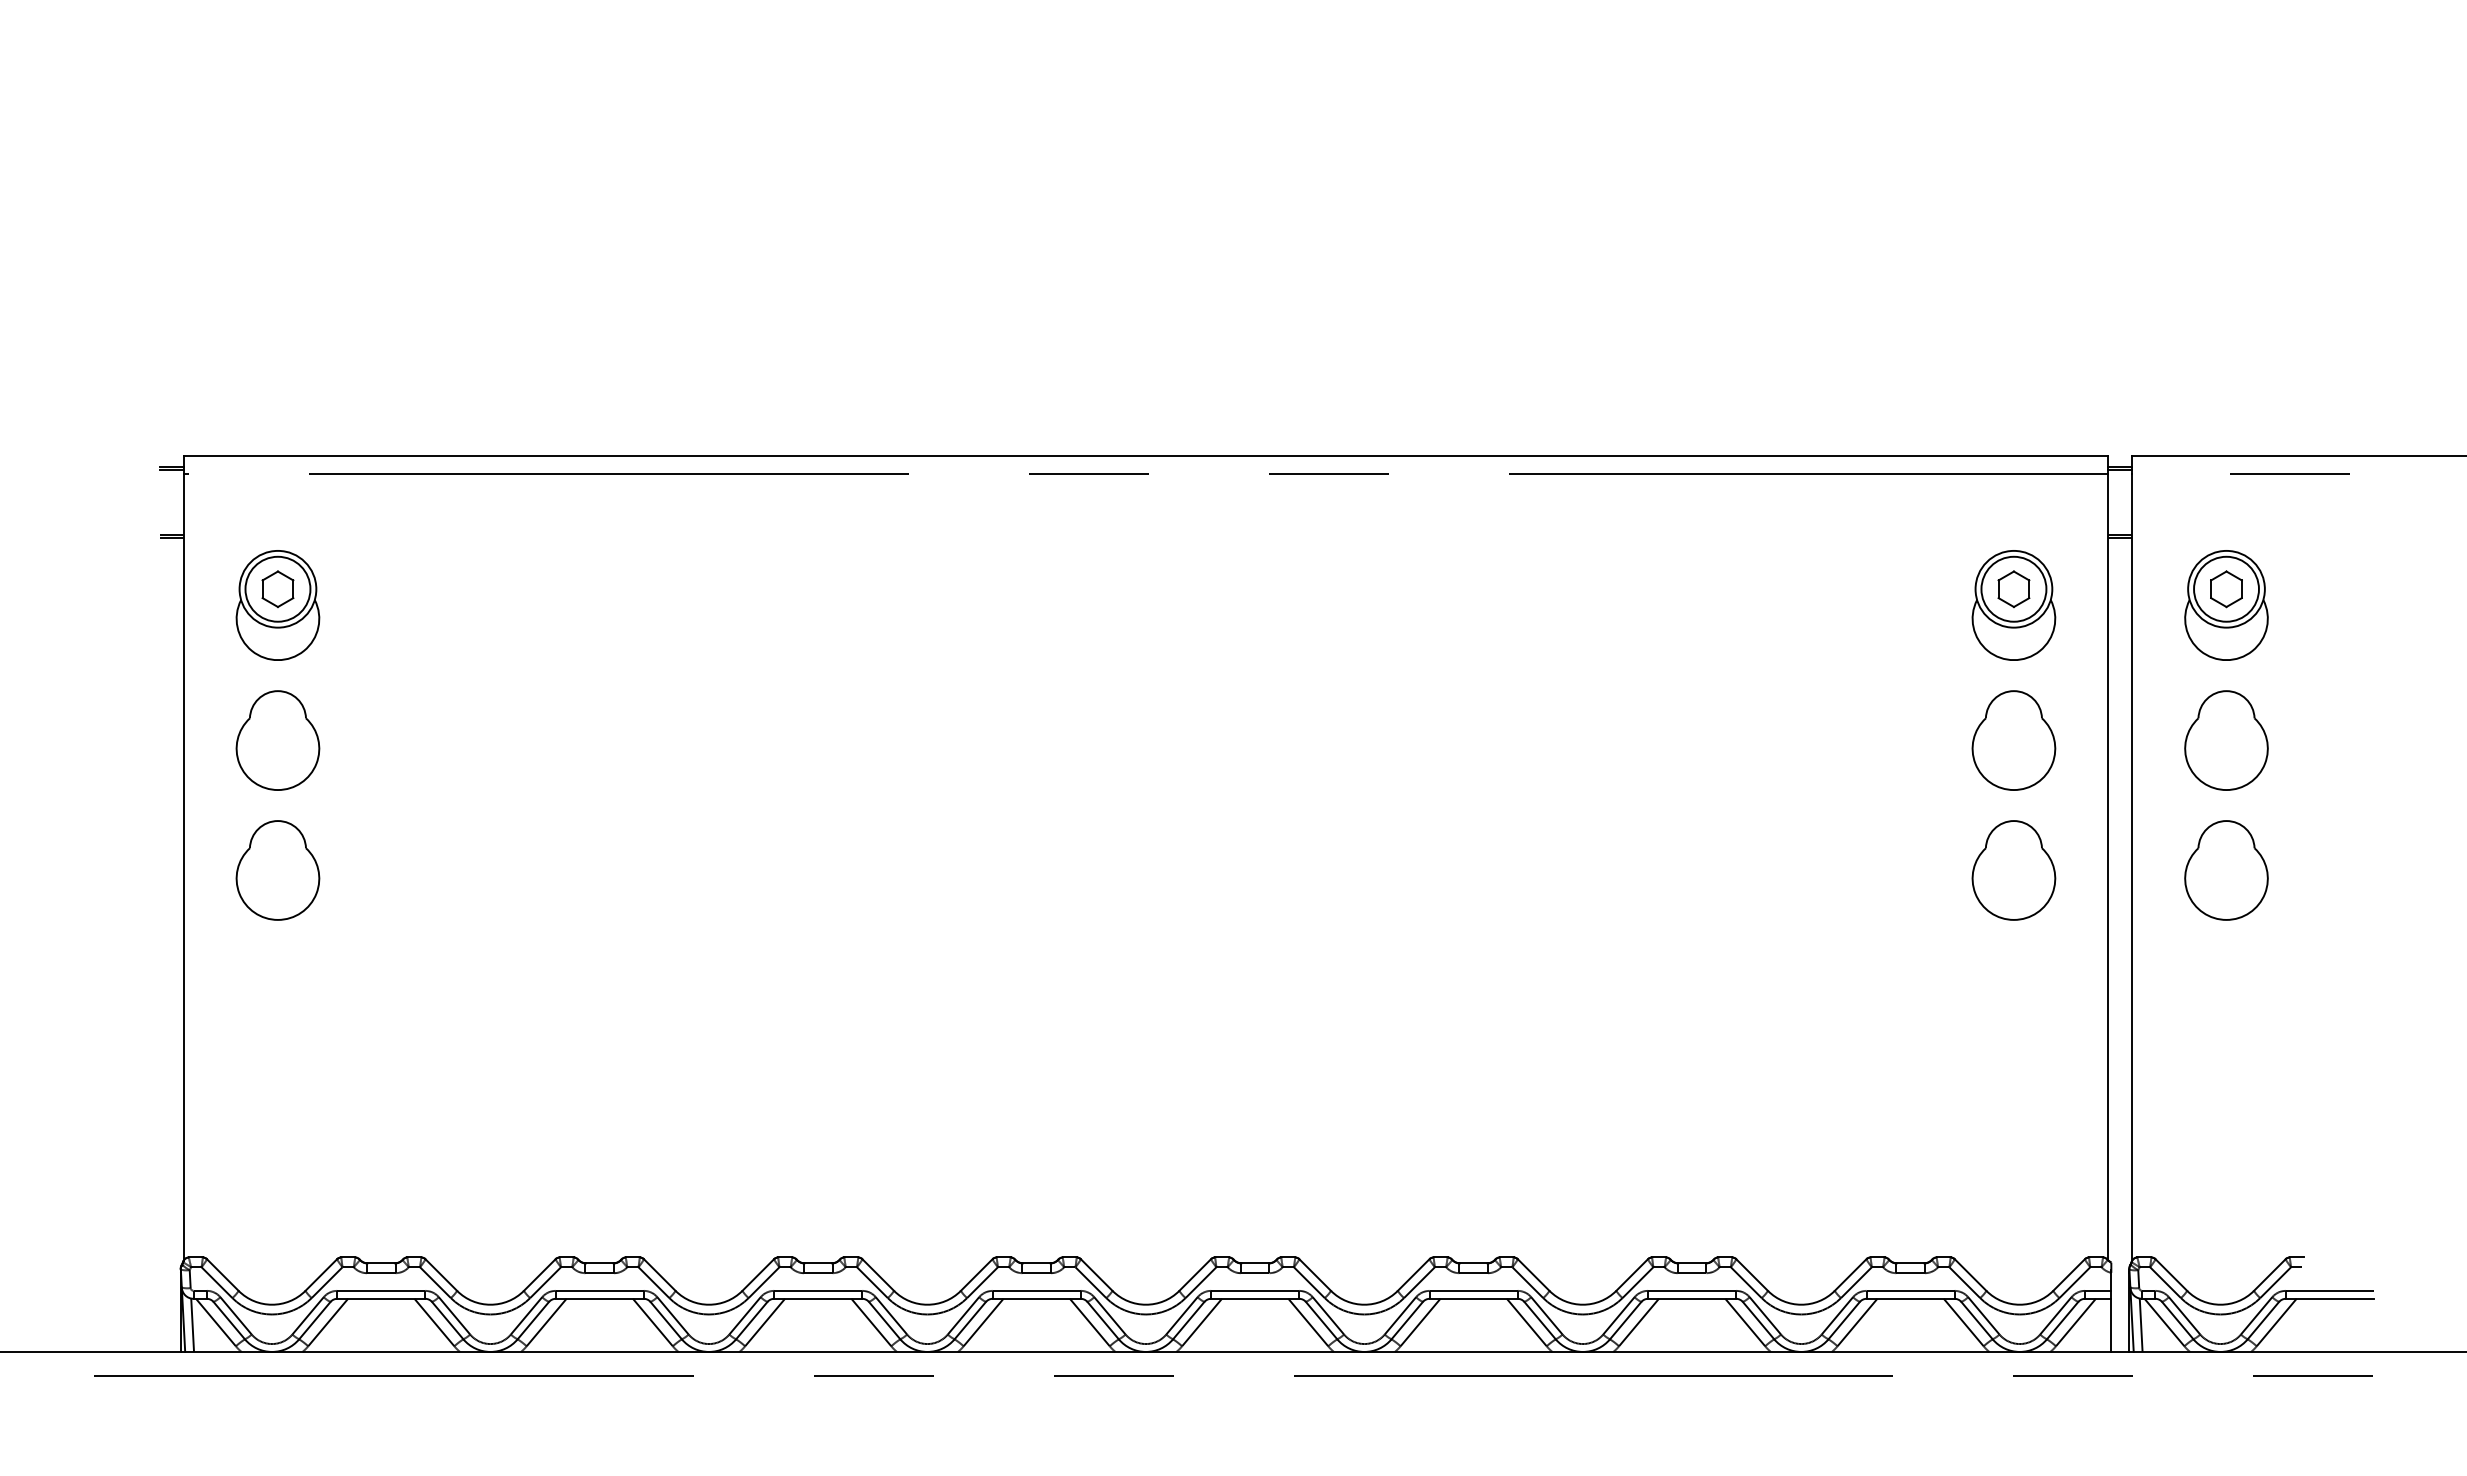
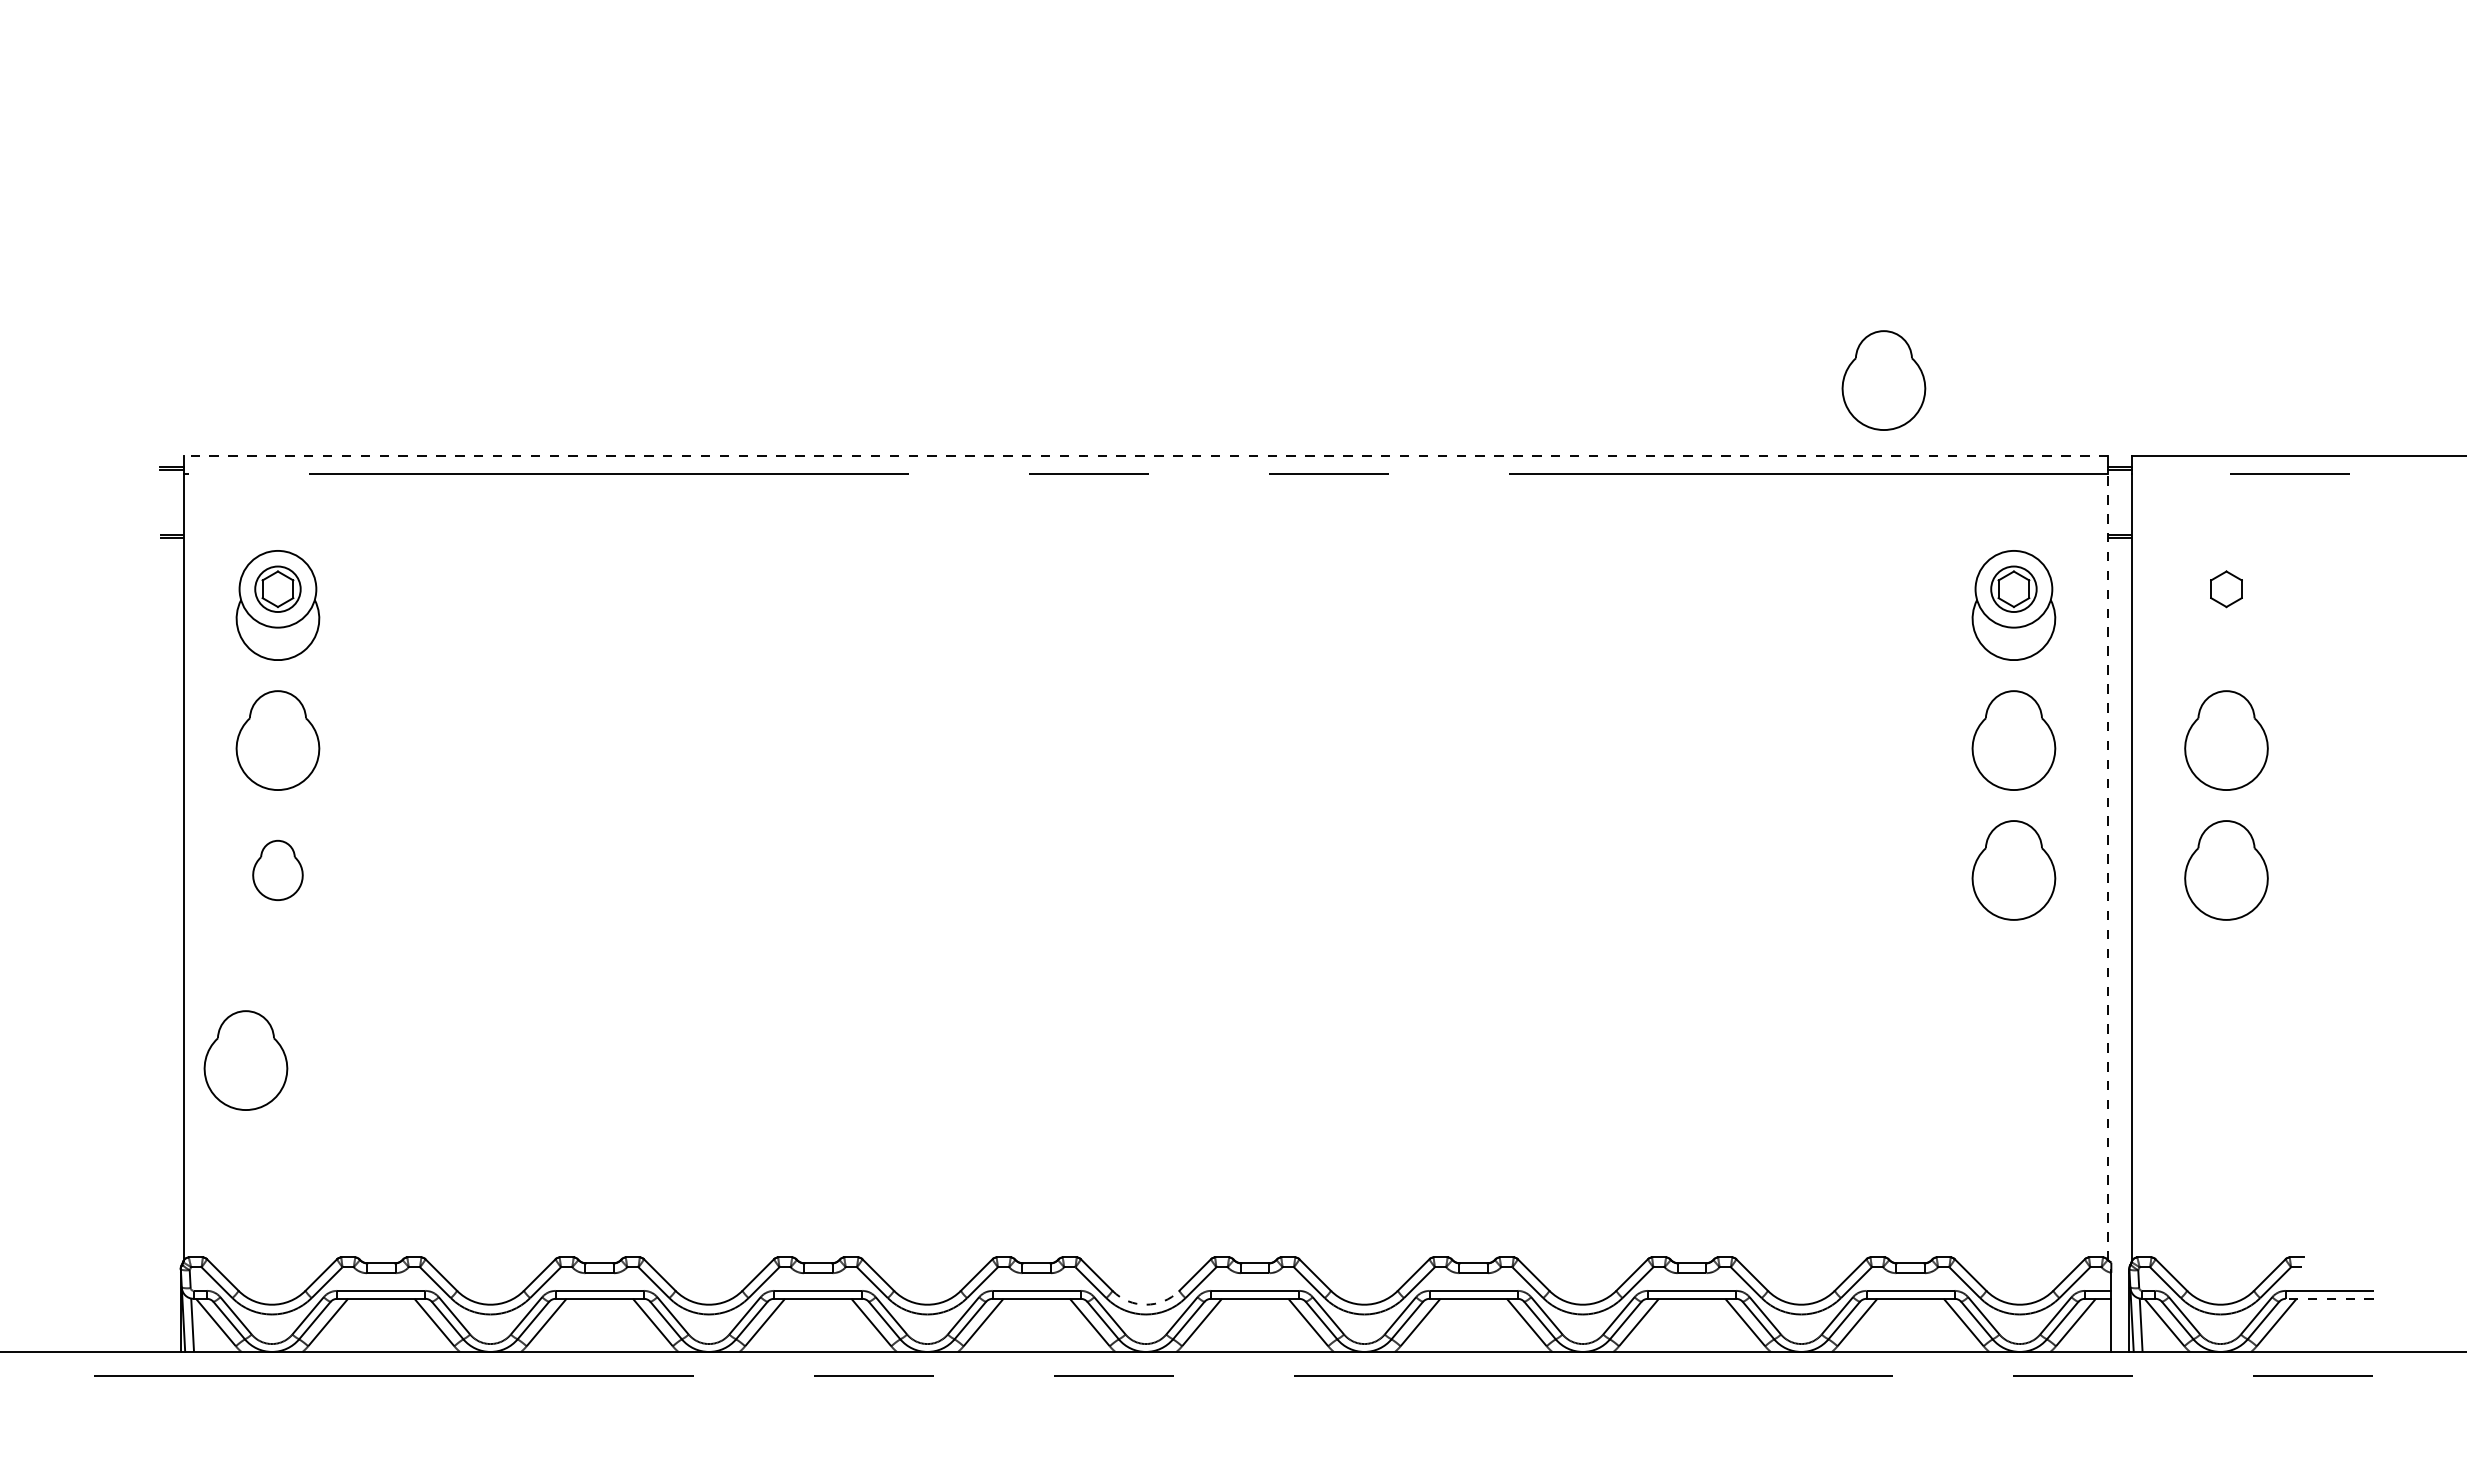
part at (1883, 380): none -> present
line at (1145, 456): solid -> dashed
circle at (277, 588) diameter: 65 px -> 45 px
circle at (2013, 588) diameter: 65 px -> 45 px
part at (2226, 605): present -> none
line at (2108, 866): solid -> dashed
part at (277, 870) size: 86x101 px -> 52x62 px
part at (245, 1060): none -> present
line at (2329, 1298): solid -> dashed
arc at (1145, 1304): solid -> dashed
